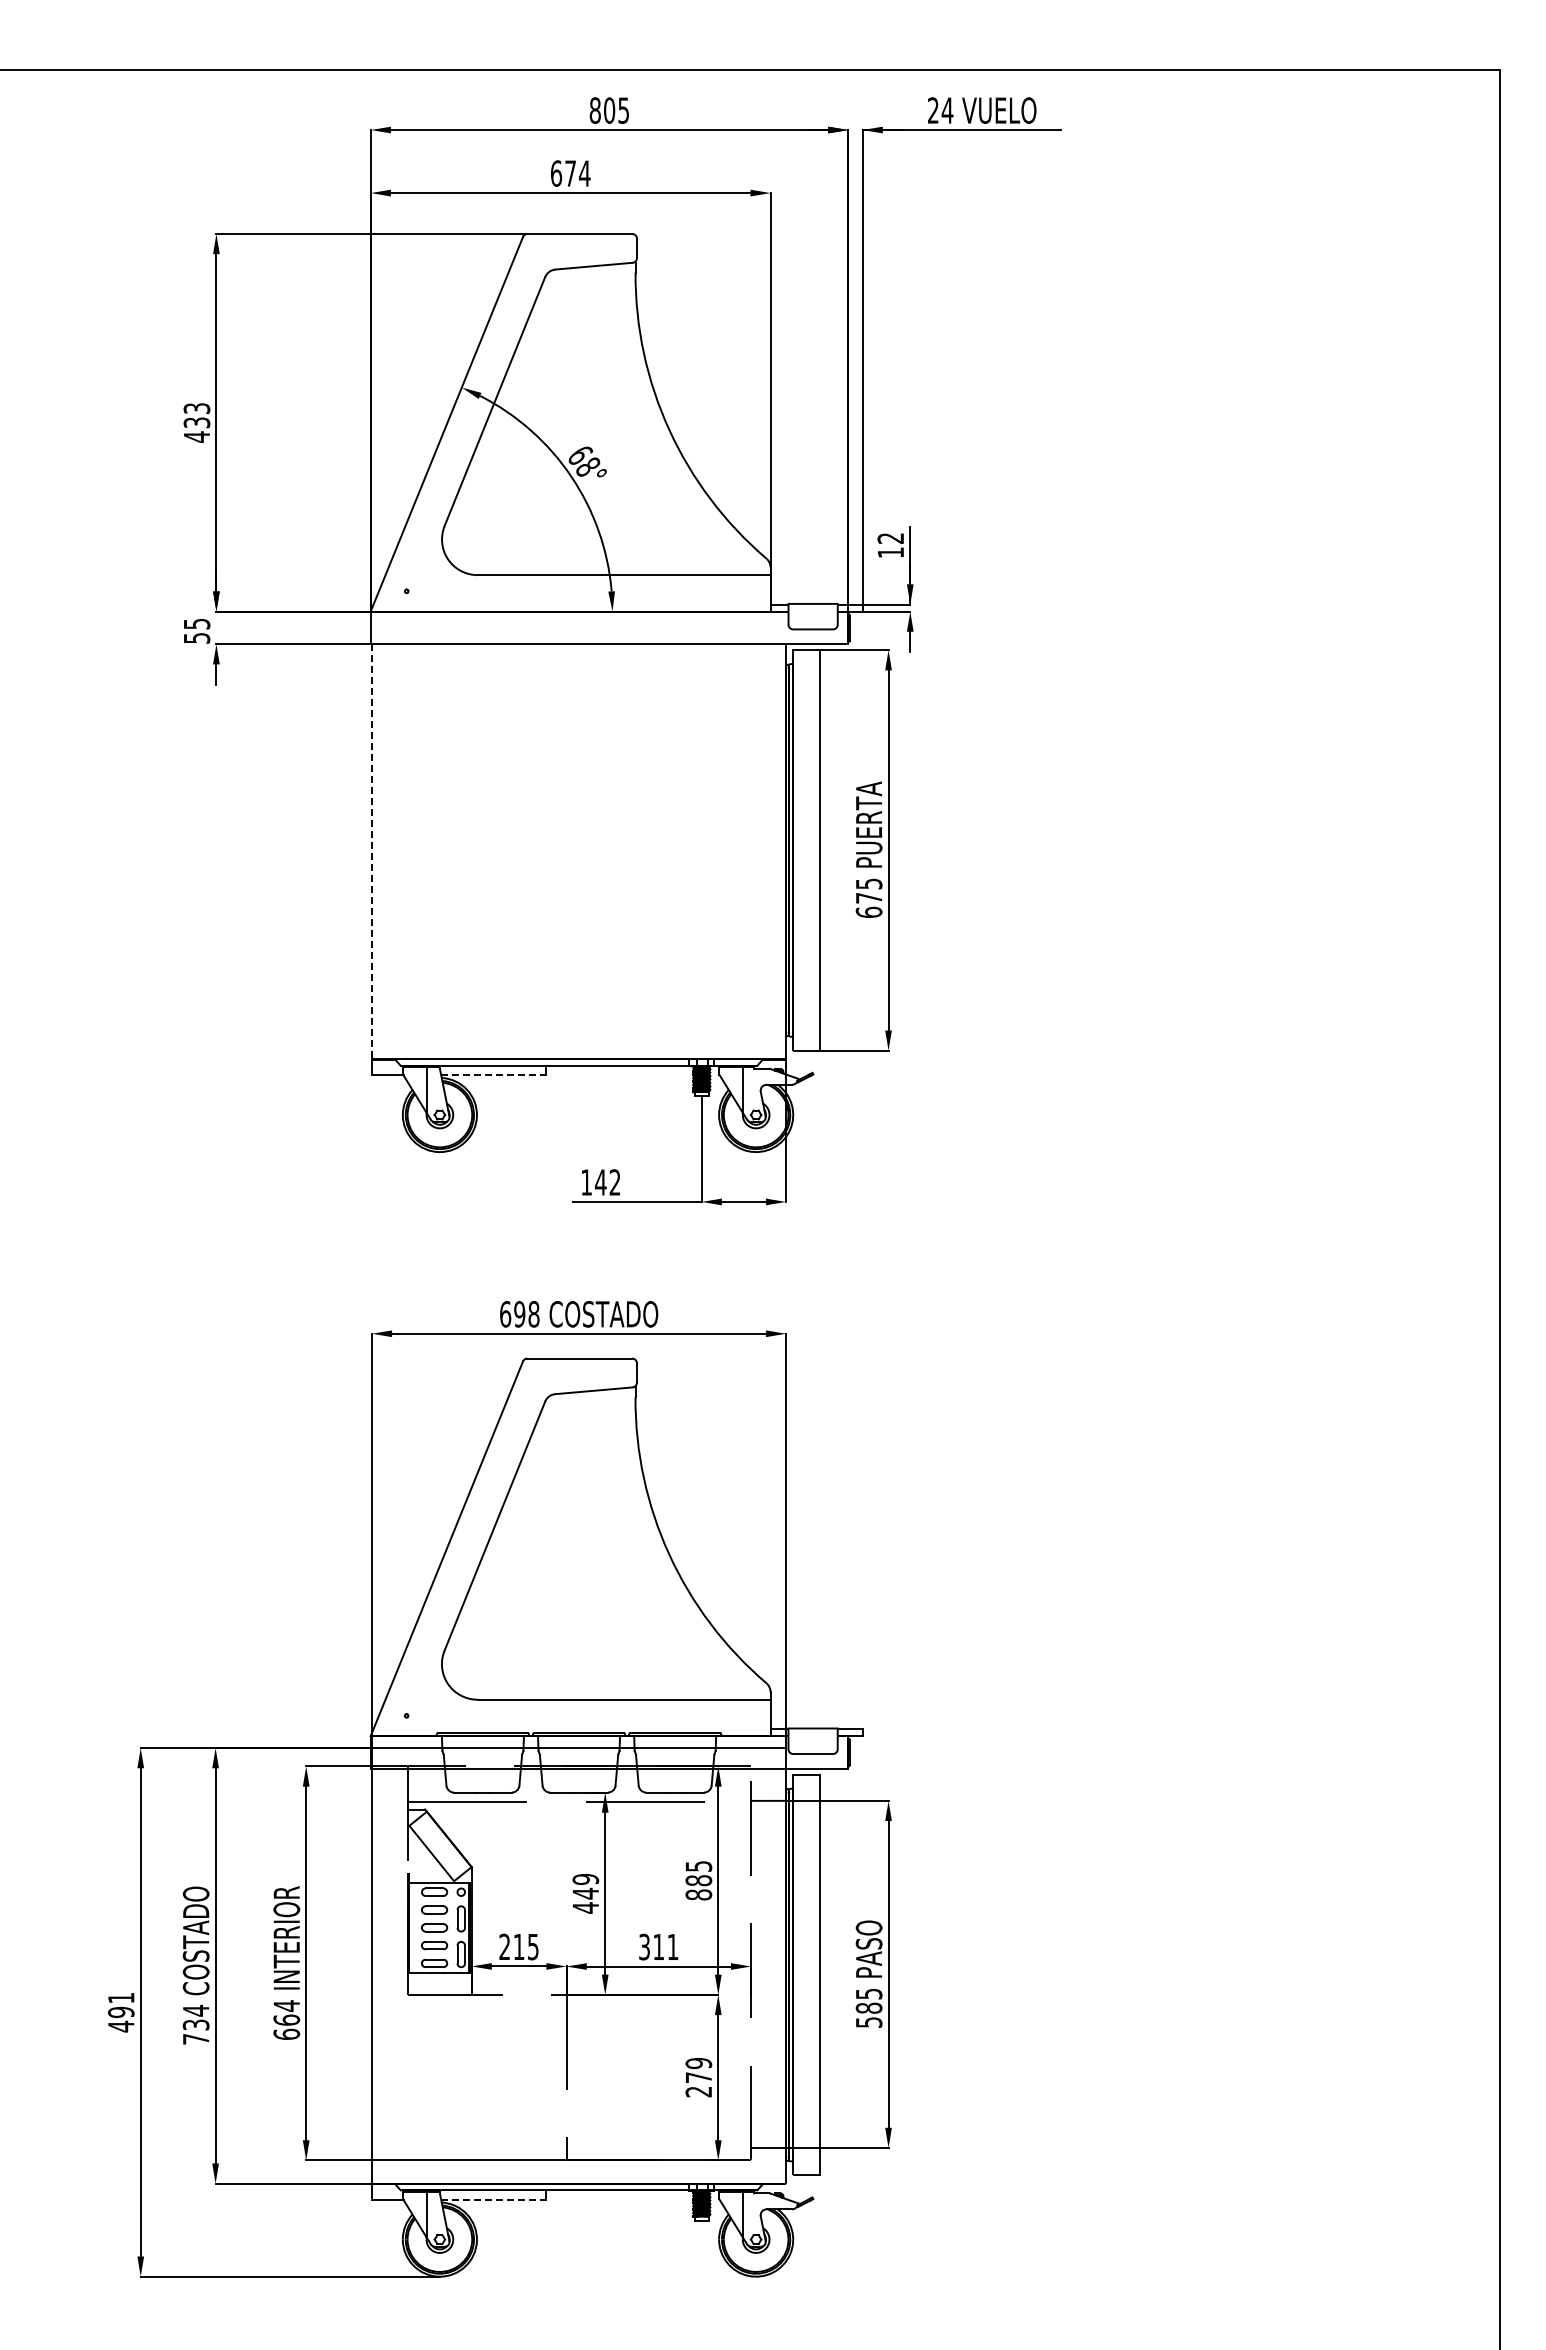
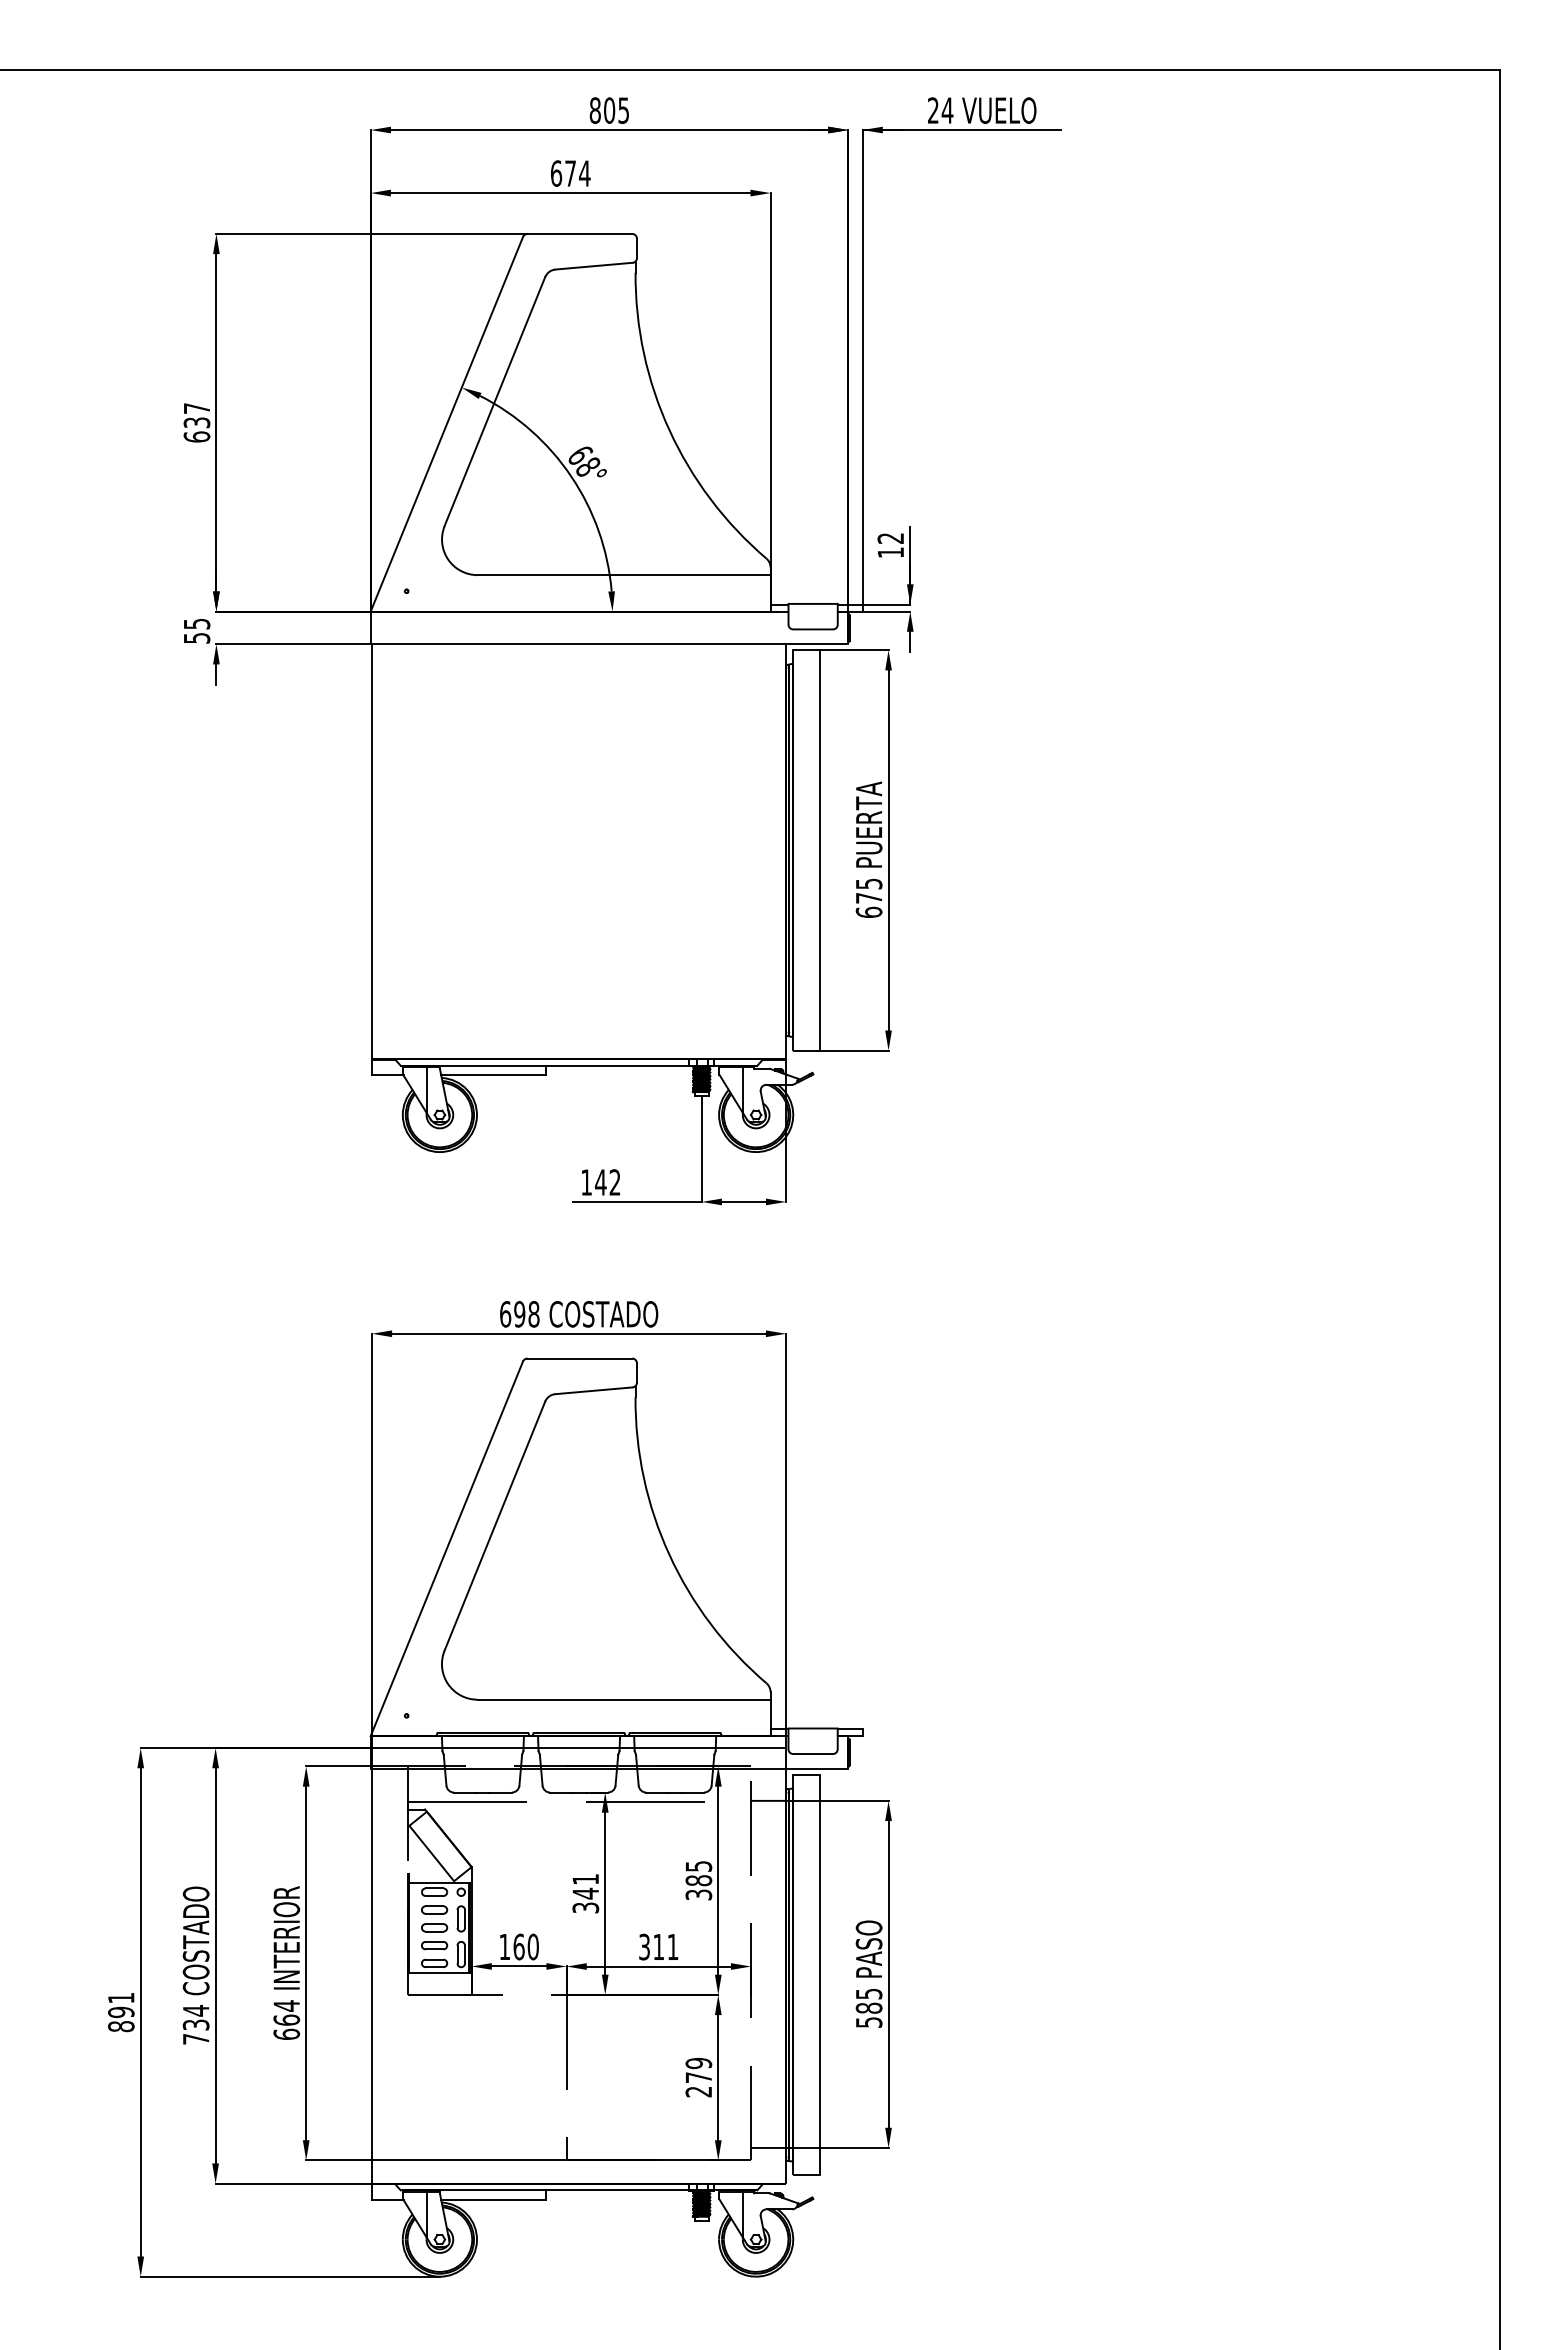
text at (196, 422): 433 -> 637
line at (371, 852): dashed -> solid
line at (493, 1075): dashed -> solid
text at (585, 1893): 449 -> 341
text at (698, 1894): 885 -> 385
text at (518, 1946): 215 -> 160
text at (121, 2026): 491 -> 891
line at (493, 2199): dashed -> solid
